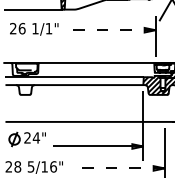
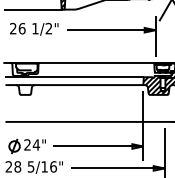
text at (48, 28): 1/1" -> 1/2"
line at (110, 30): dashed -> solid
part at (26, 139) position: (26, 139) -> (26, 146)
line at (118, 168): dashed -> solid
